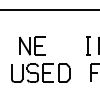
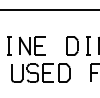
part at (9, 45): none -> present
part at (72, 45): none -> present
